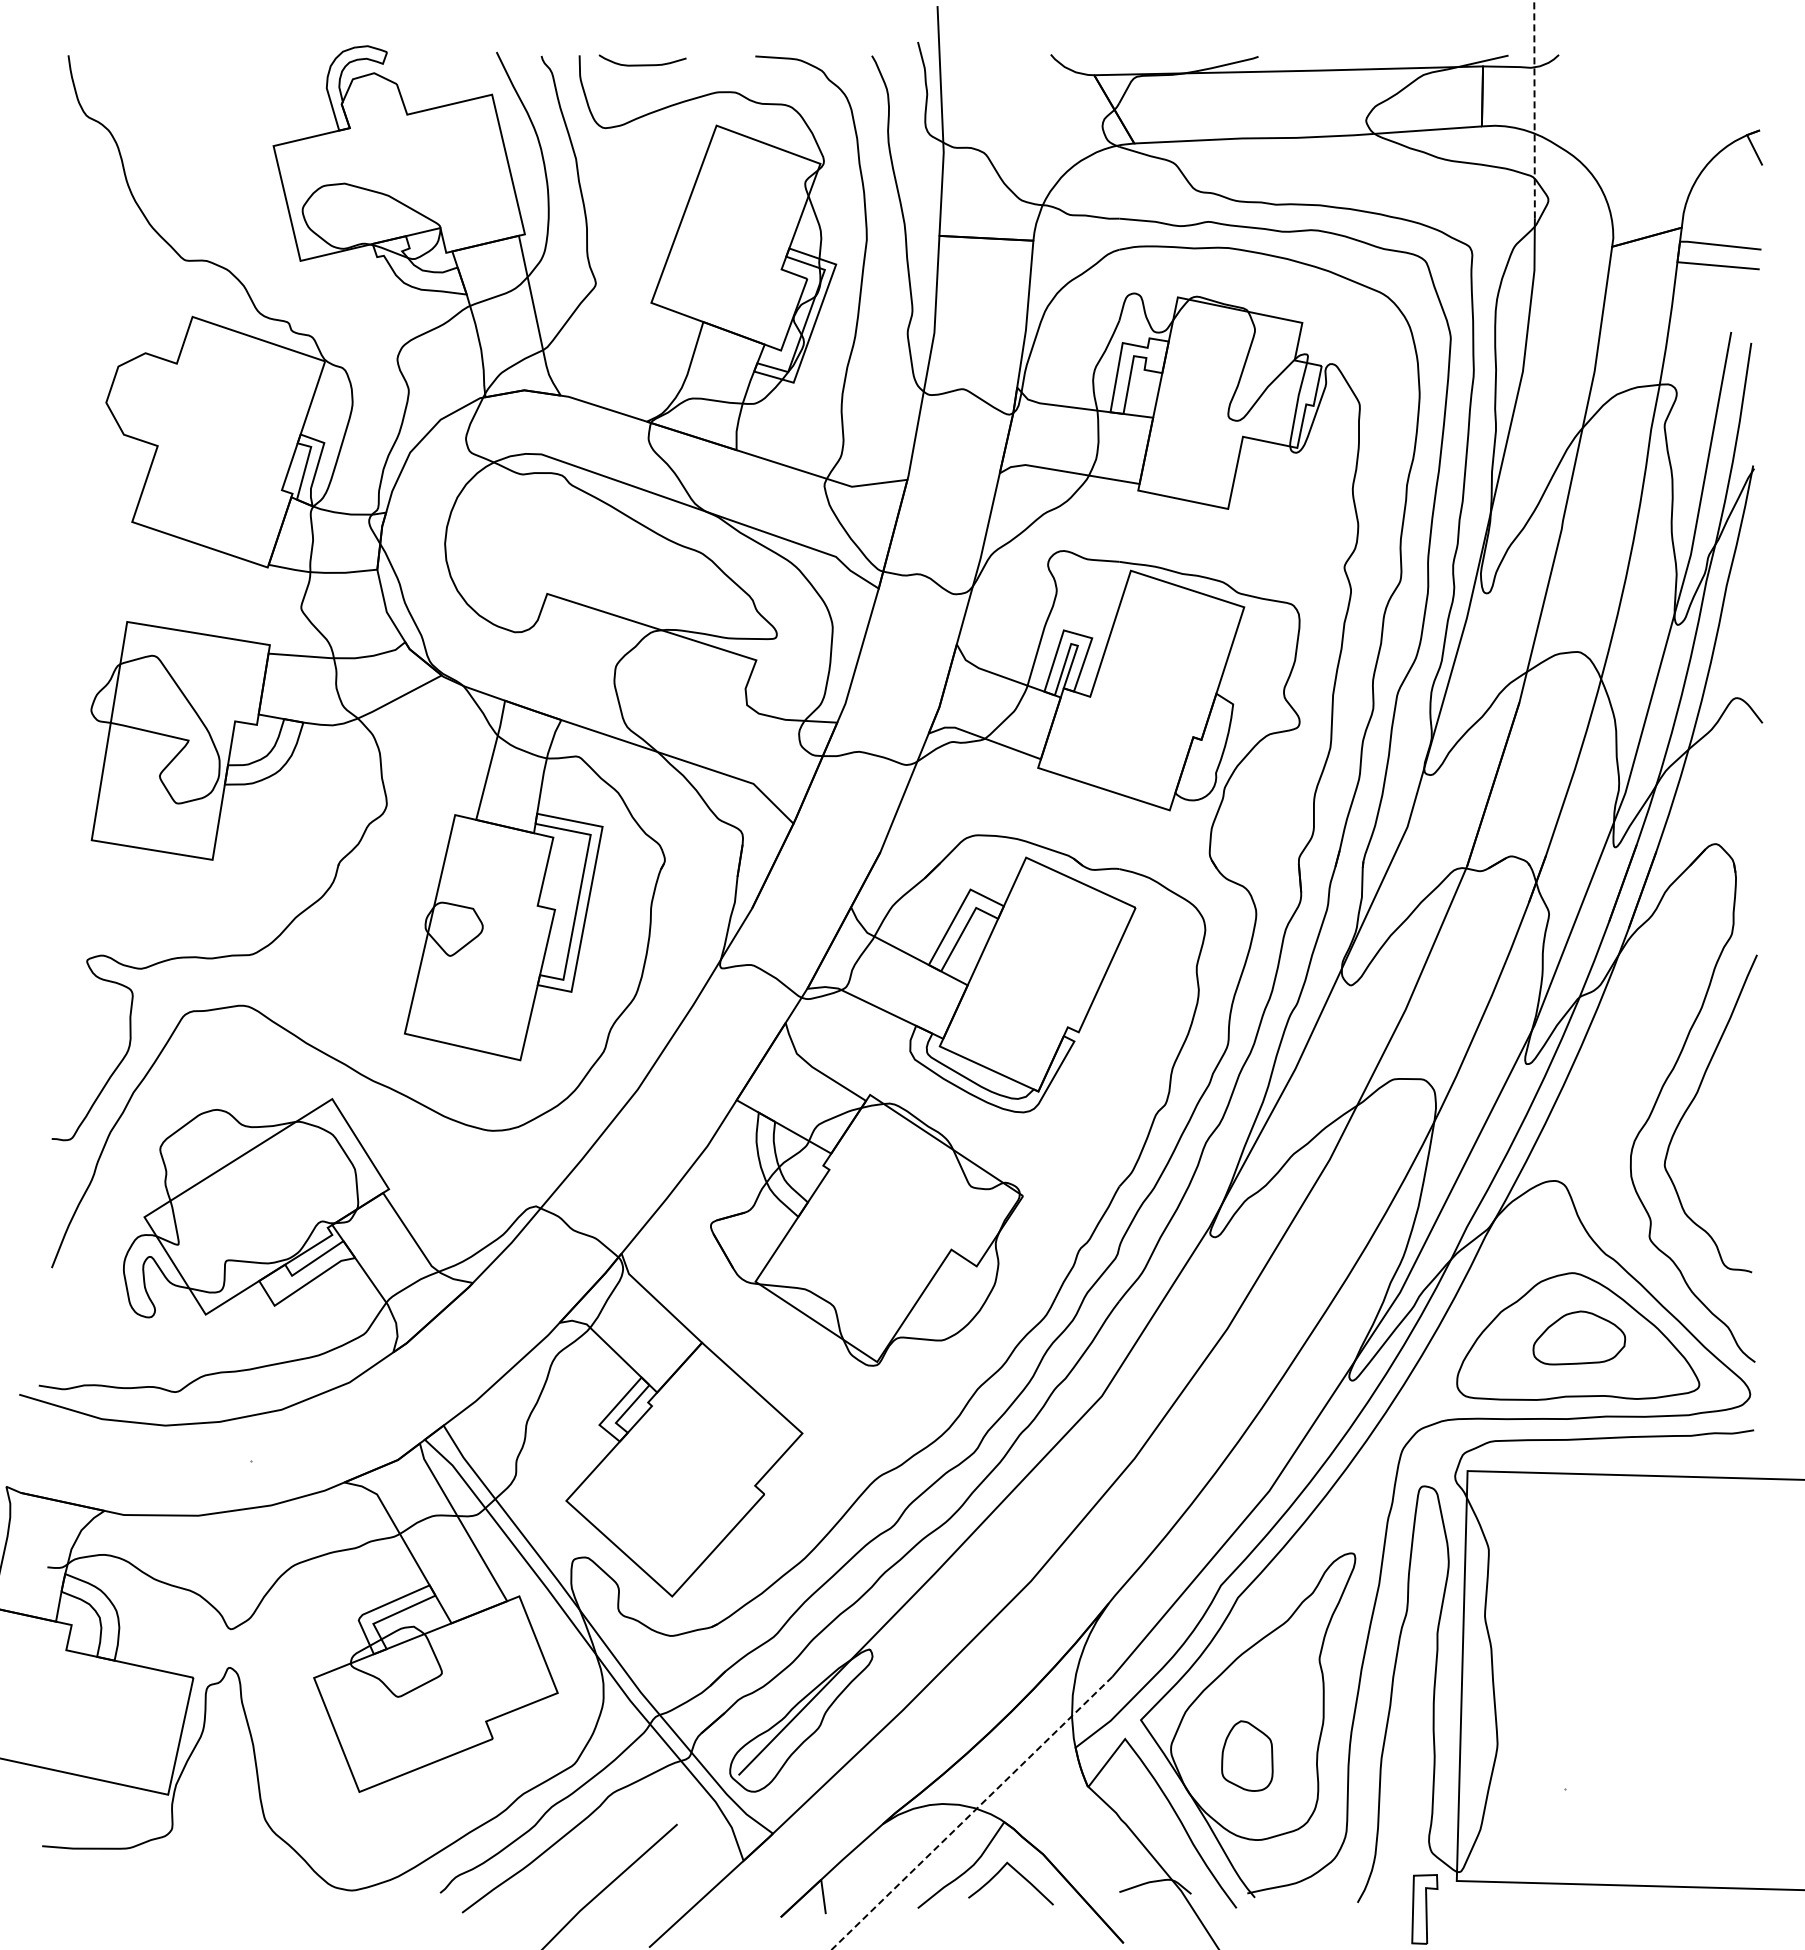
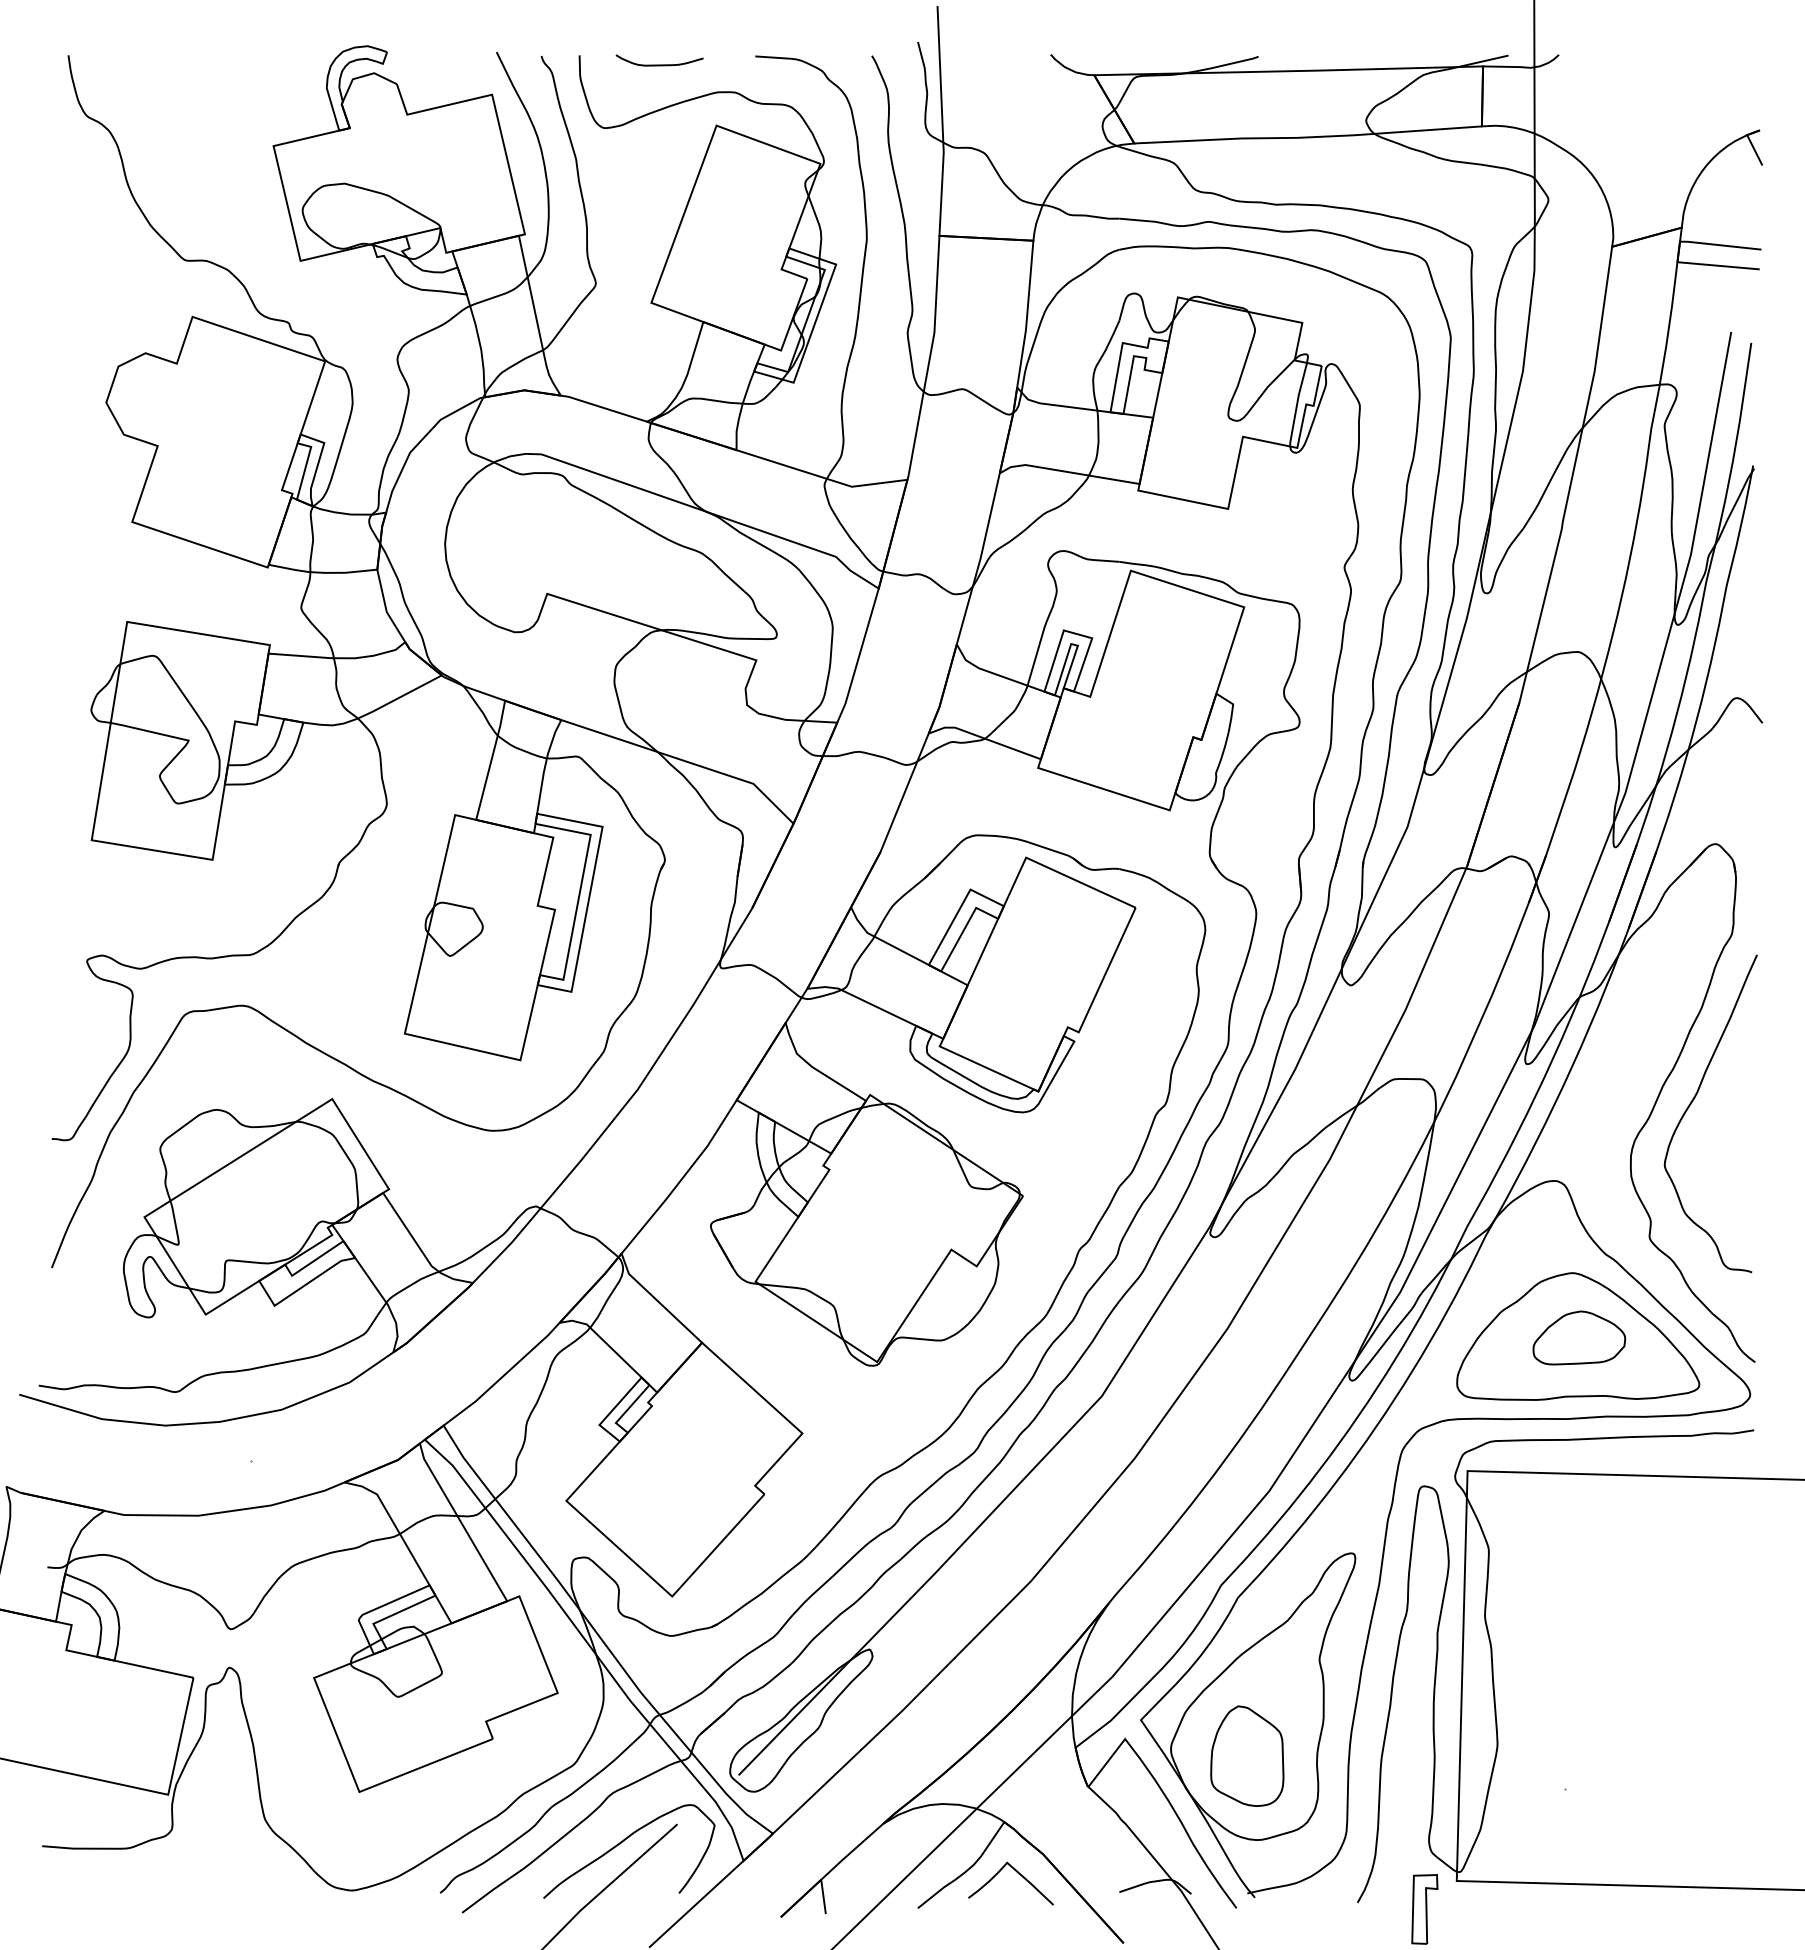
curve at (642, 64) position: (642, 64) -> (659, 64)
line at (1534, 109): dashed -> solid
part at (1247, 1755) size: 53x72 px -> 75x102 px
line at (971, 1813): dashed -> solid
curve at (624, 1841): none -> present
